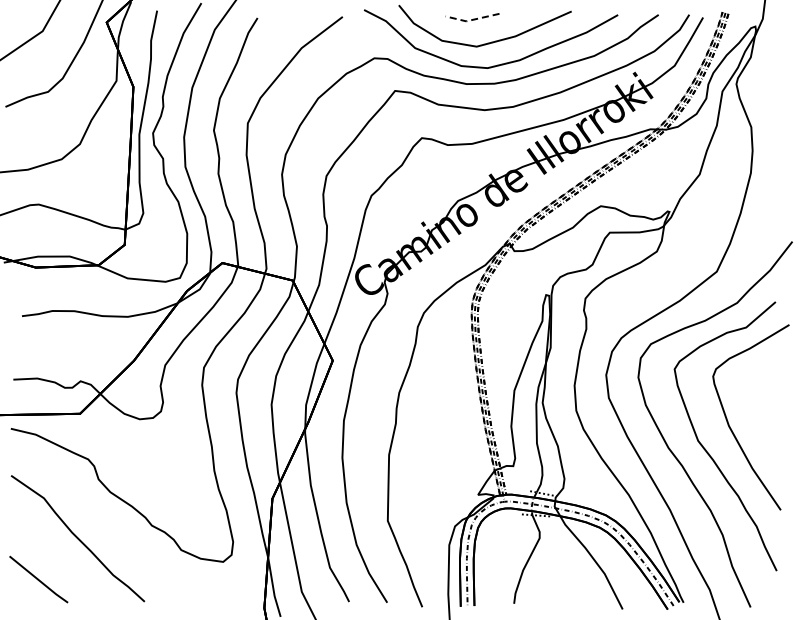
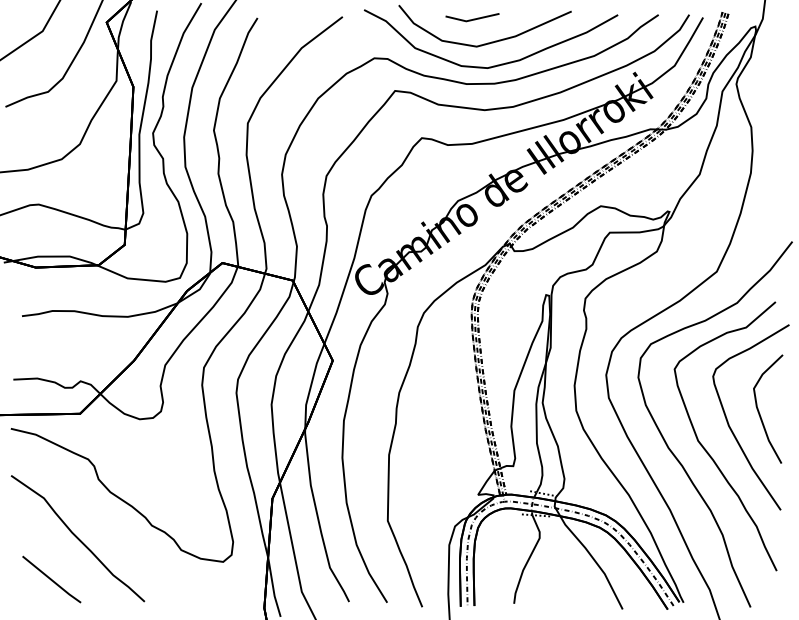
line at (472, 20): dashed -> solid
curve at (759, 410): none -> present
line at (38, 579) position: (38, 579) -> (51, 579)
